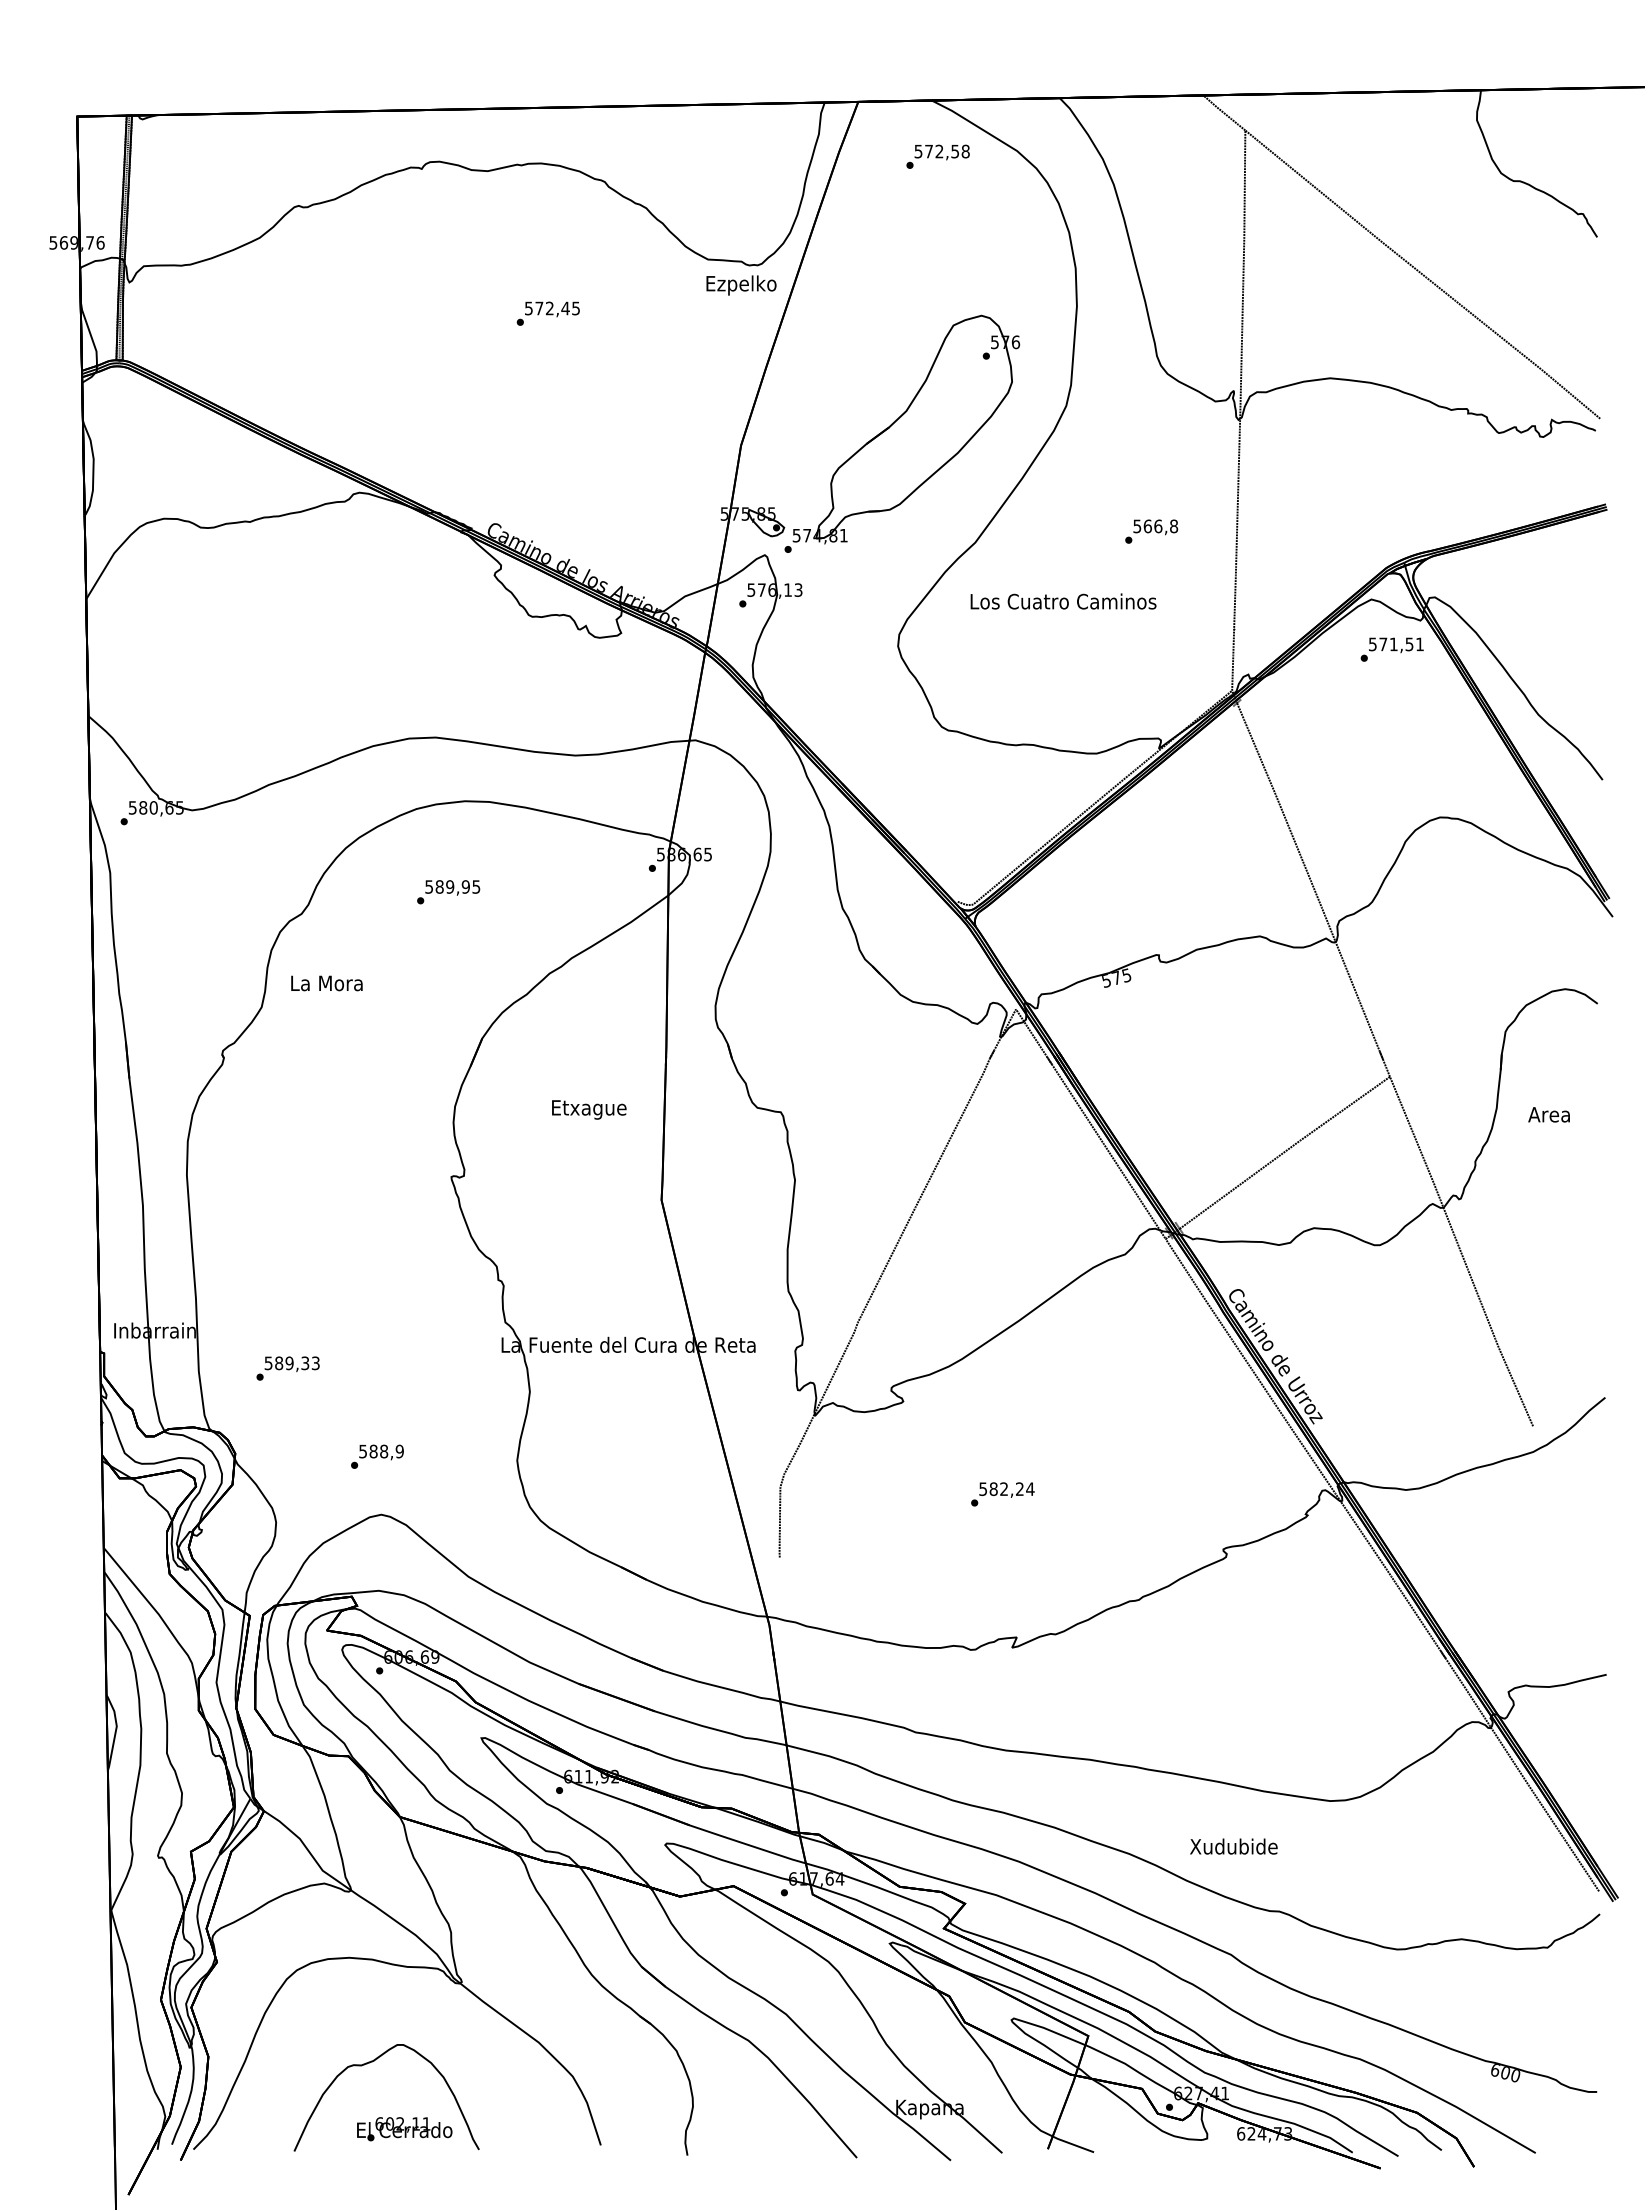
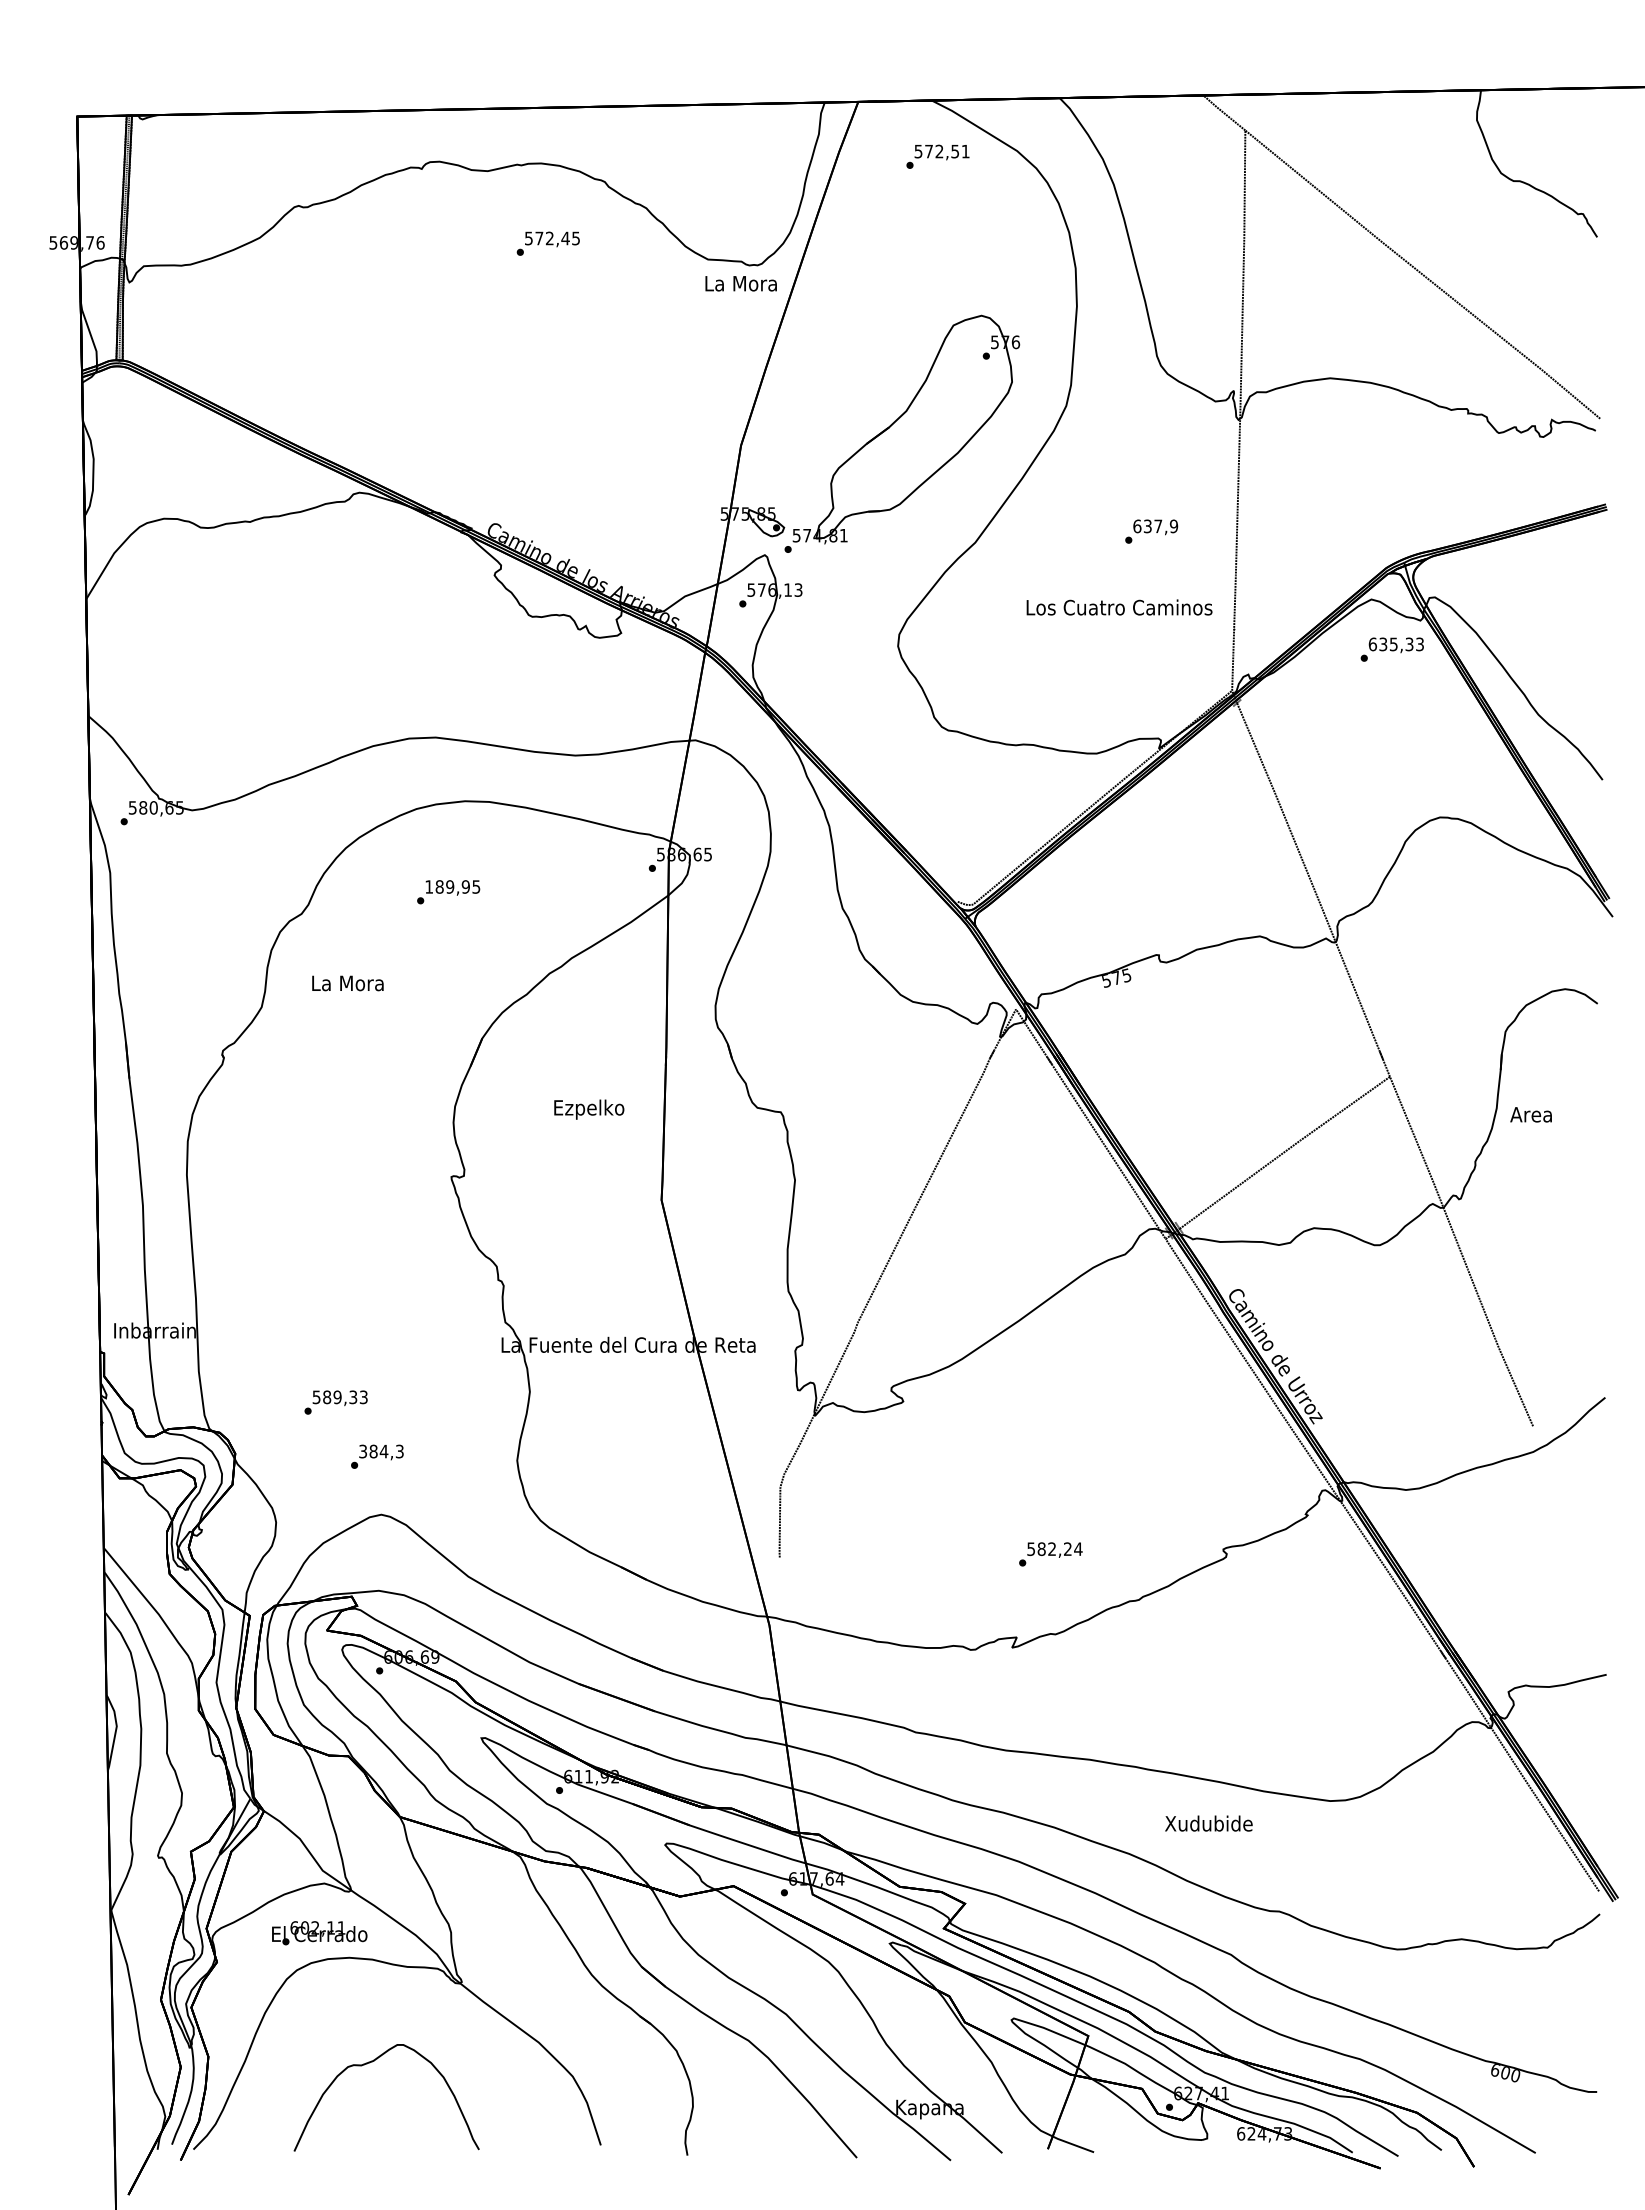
text at (965, 151): 572,58 -> 572,51
text at (740, 285): Ezpelko -> La Mora
text at (547, 313) position: (547, 313) -> (547, 243)
text at (1155, 526): 566,8 -> 637,9
text at (1063, 601) position: (1063, 601) -> (1119, 607)
text at (1395, 644): 571,51 -> 635,33
text at (428, 886): 589,95 -> 189,95
text at (326, 983) position: (326, 983) -> (347, 983)
text at (589, 1109): Etxague -> Ezpelko
text at (1548, 1114) position: (1548, 1114) -> (1530, 1114)
text at (287, 1368) position: (287, 1368) -> (335, 1402)
text at (381, 1451): 588,9 -> 384,3
text at (1002, 1494) position: (1002, 1494) -> (1050, 1554)
text at (1233, 1846) position: (1233, 1846) -> (1208, 1823)
text at (404, 2129) position: (404, 2129) -> (319, 1933)
